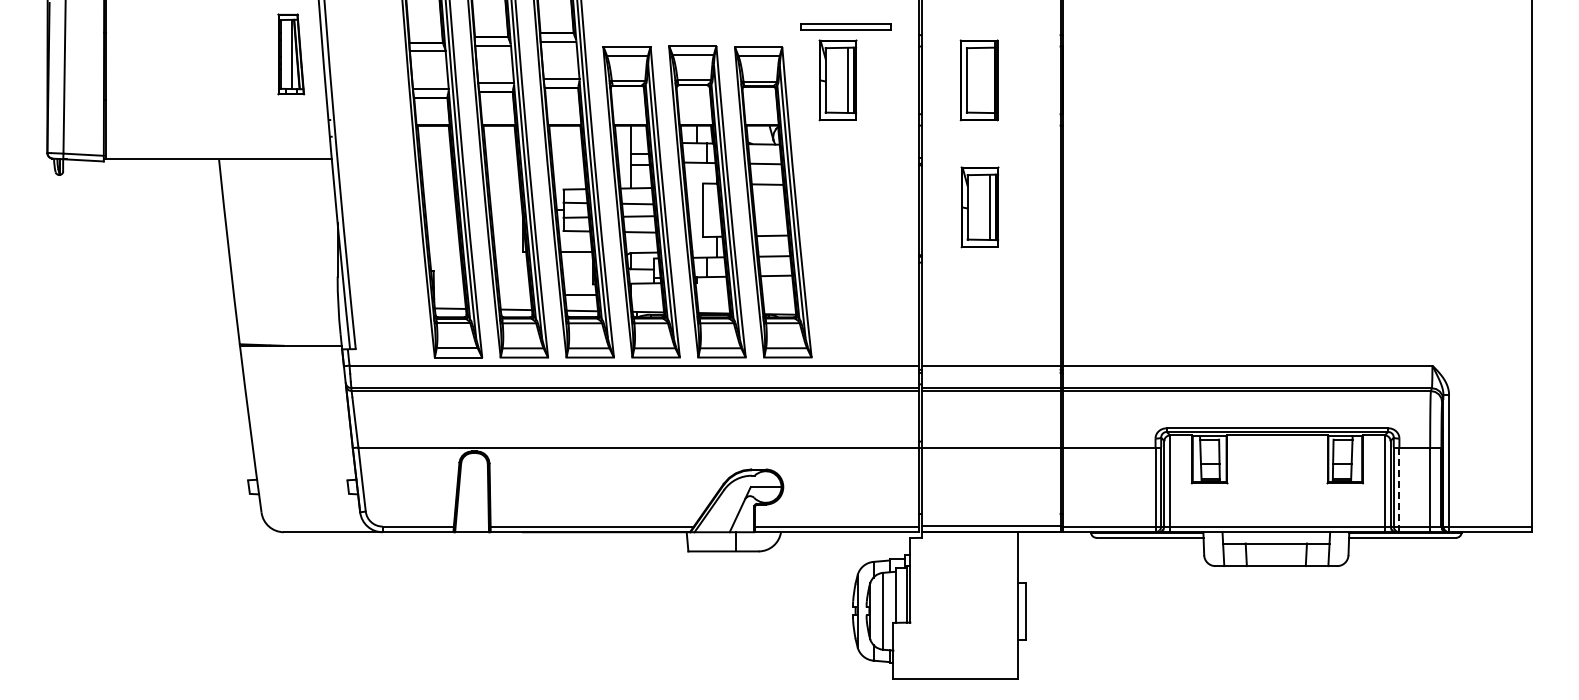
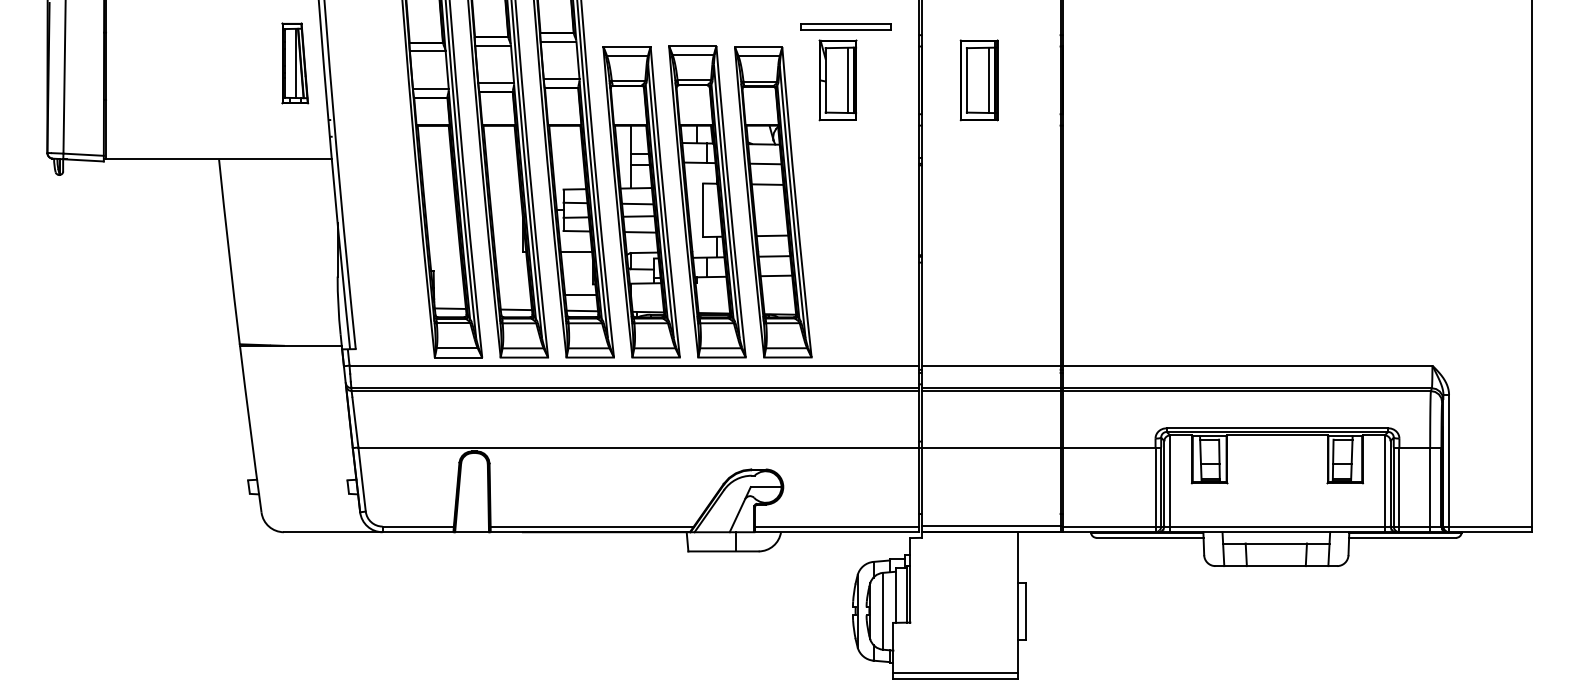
part at (291, 54) position: (291, 54) -> (295, 63)
line at (989, 79): none -> present
part at (979, 207): present -> none
line at (1399, 490): dashed -> solid
line at (955, 673): none -> present
